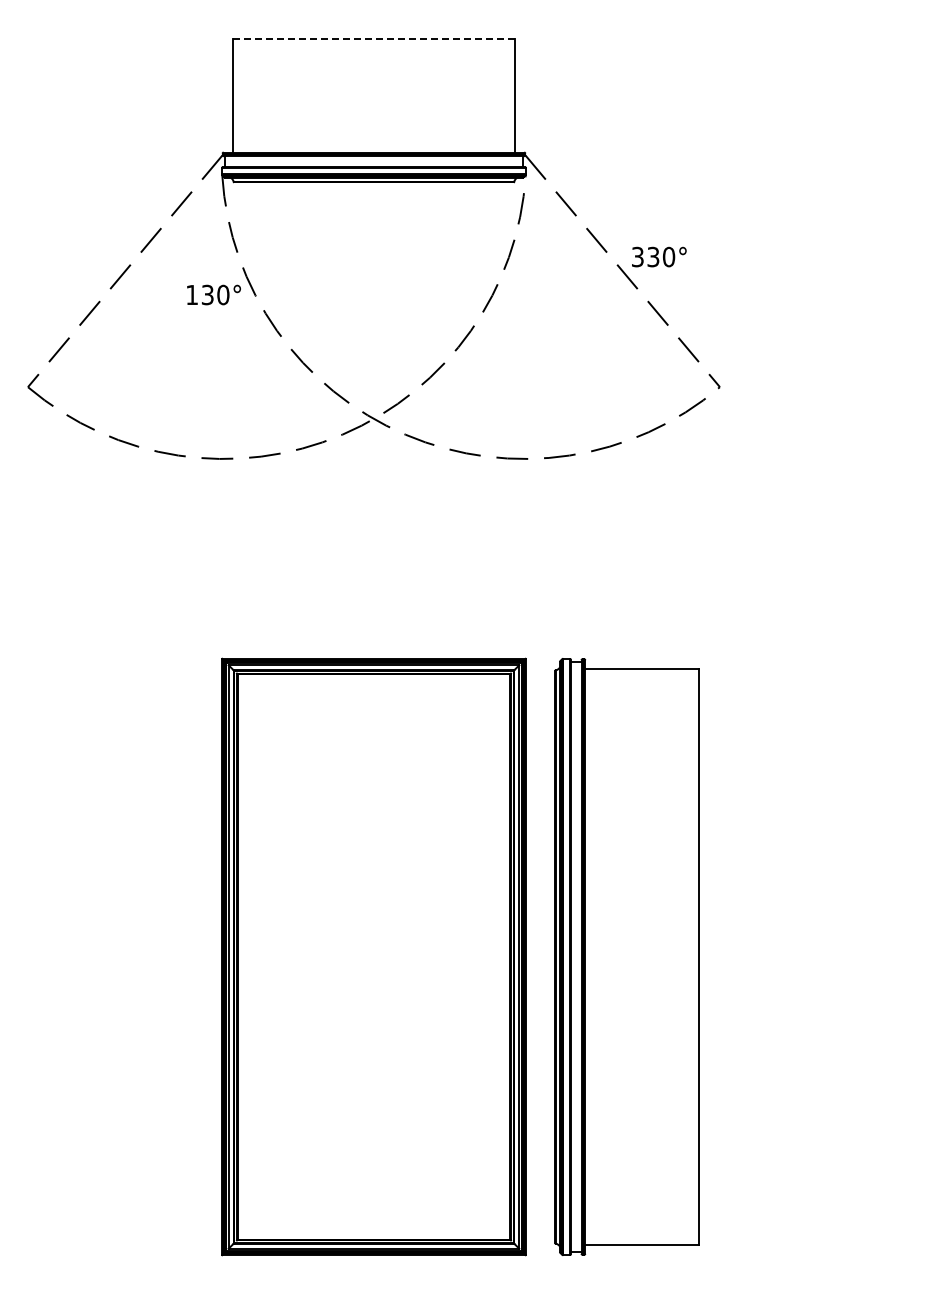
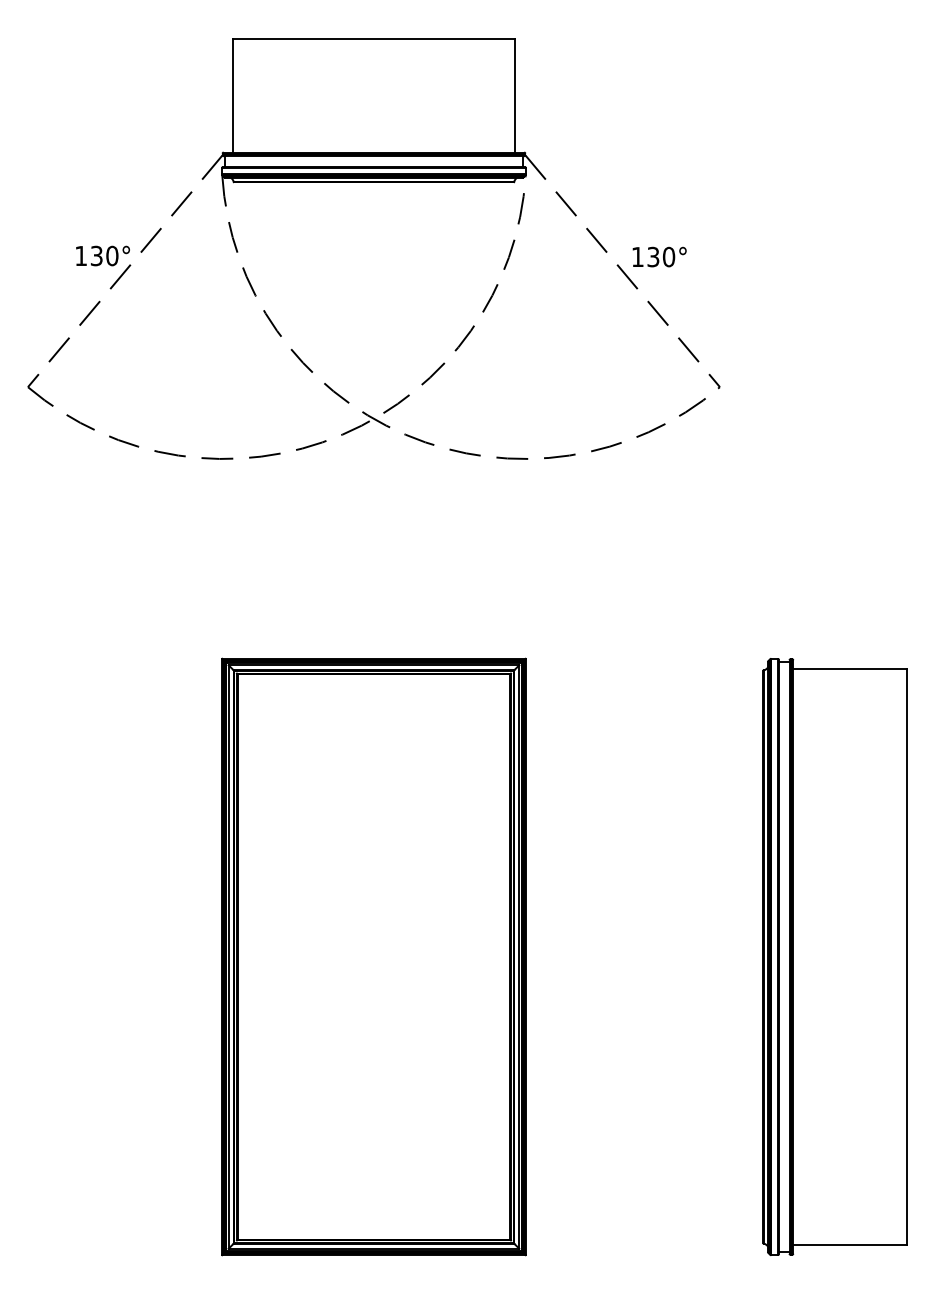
line at (373, 38): dashed -> solid
text at (637, 256): 330° -> 130°
text at (213, 294) position: (213, 294) -> (102, 255)
part at (626, 956) position: (626, 956) -> (834, 956)
